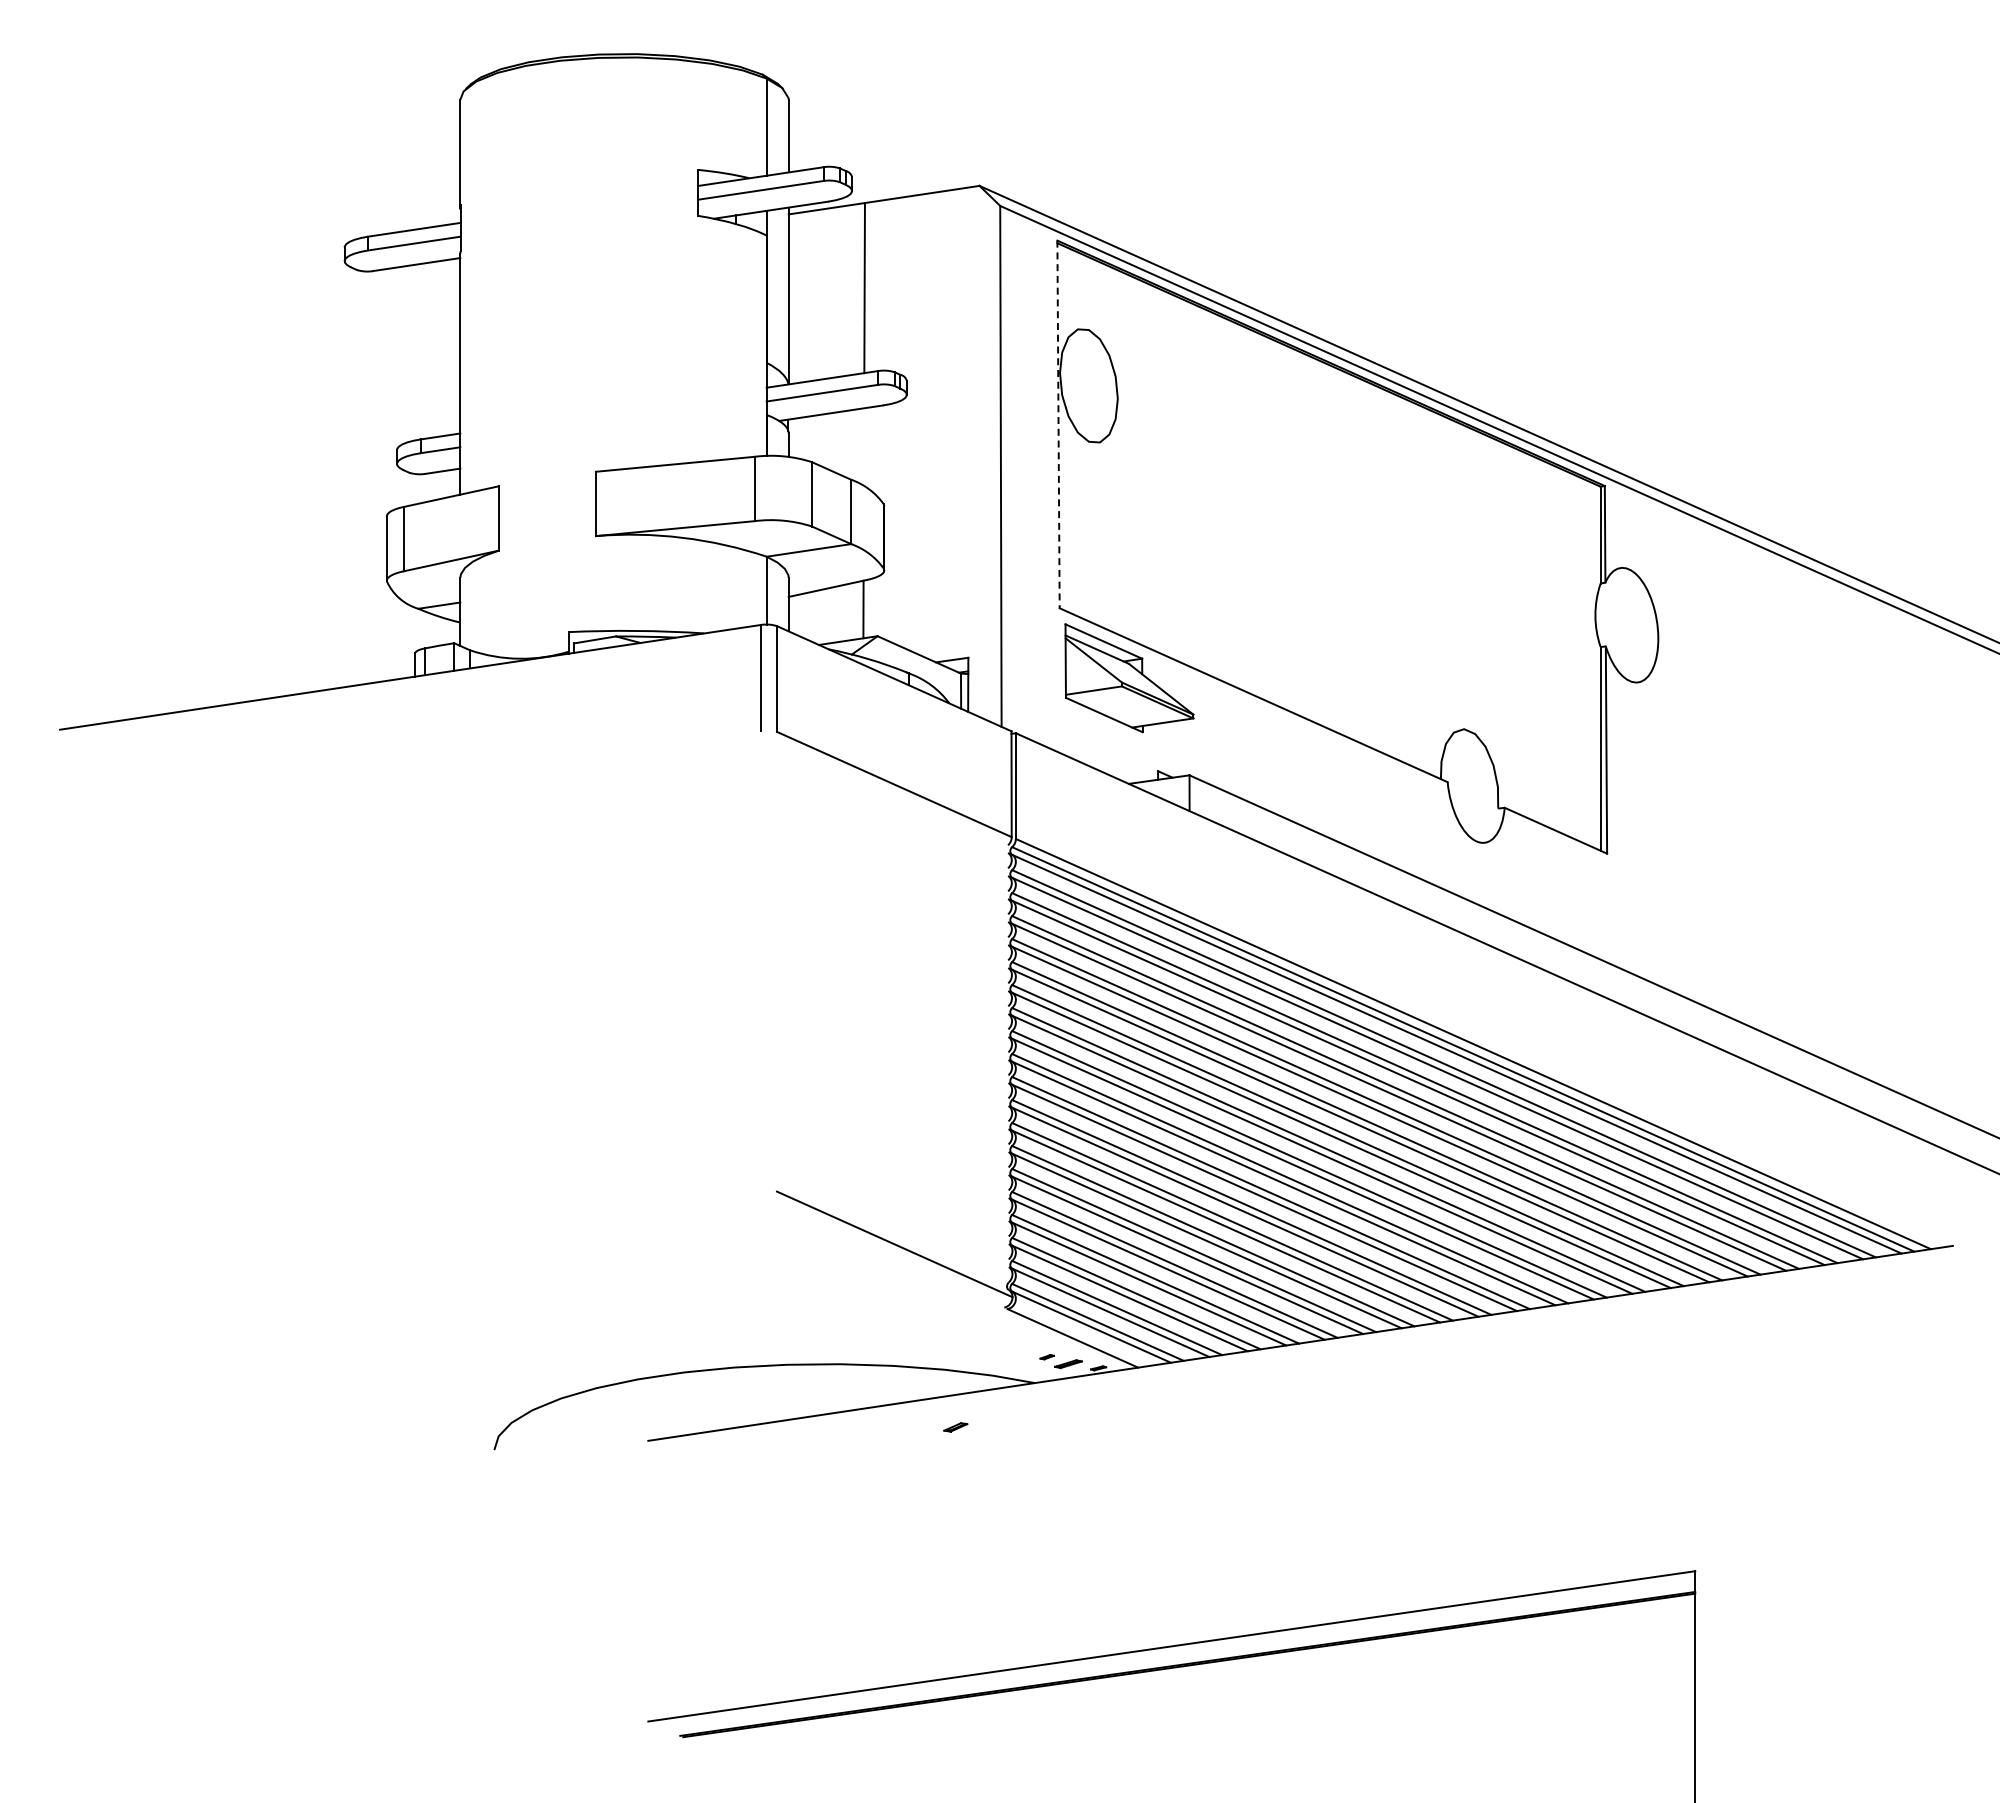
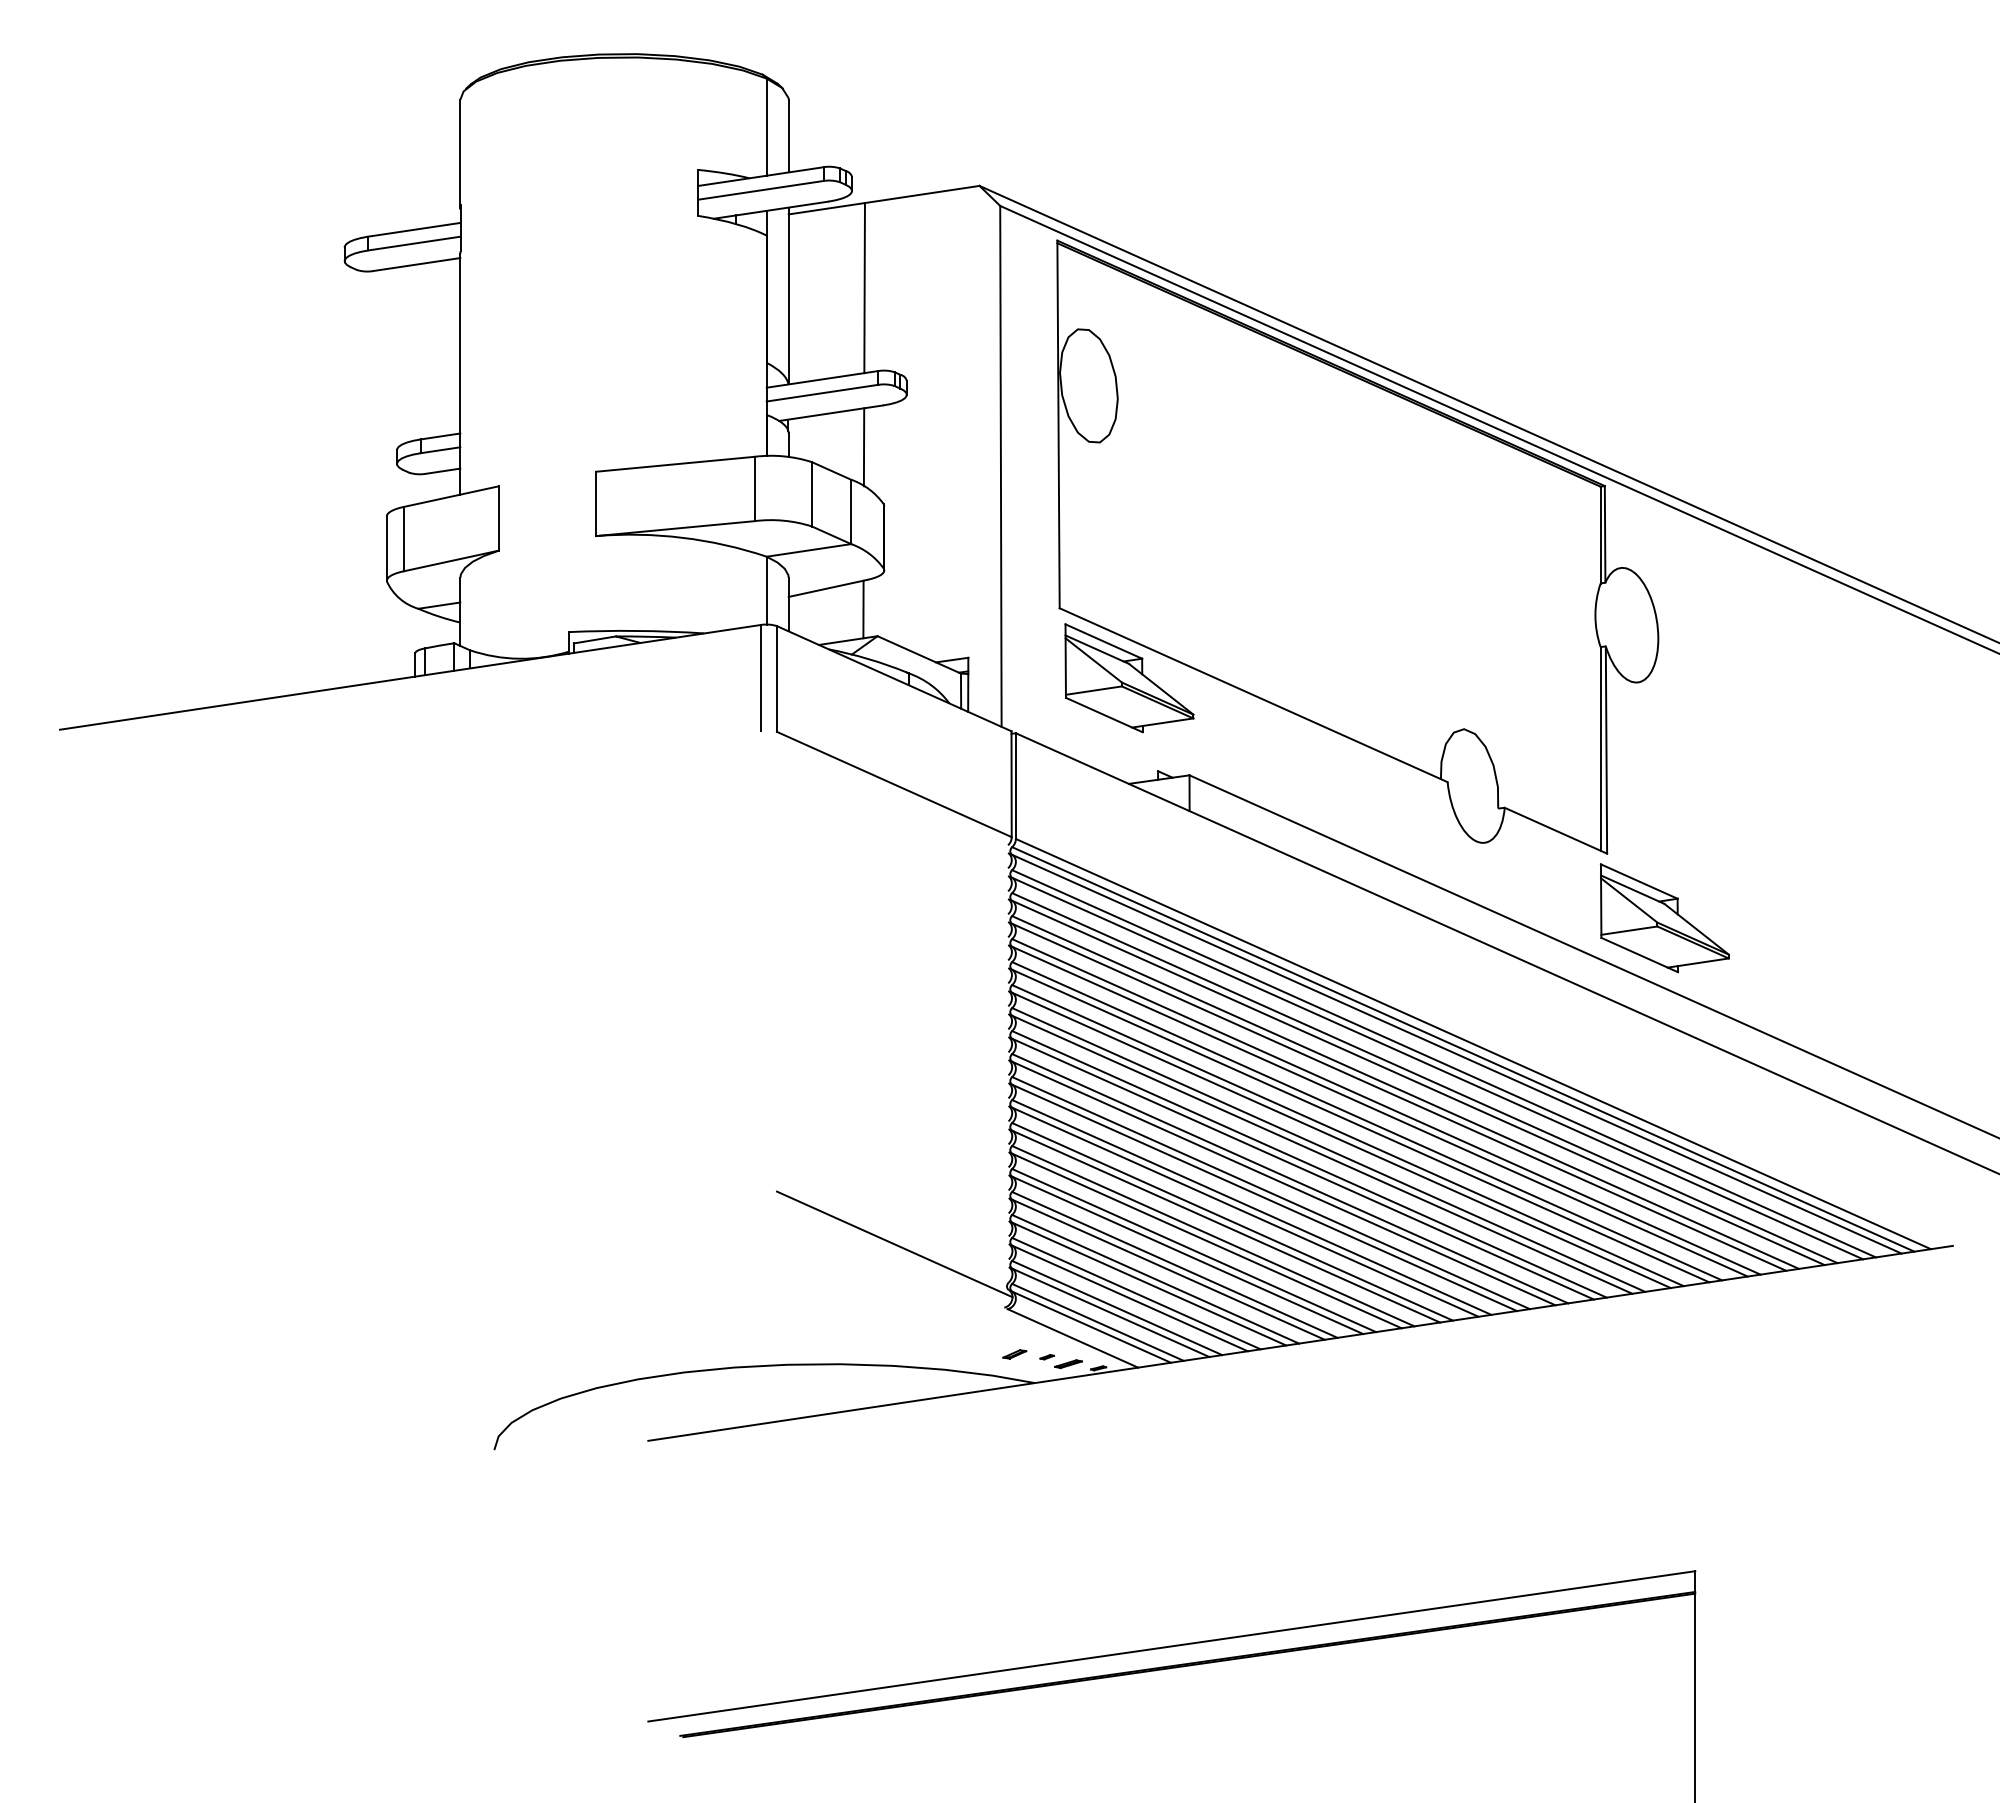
line at (1058, 424): dashed -> solid
line at (863, 447): none -> present
part at (1664, 918): none -> present
part at (955, 1427) position: (955, 1427) -> (1014, 1354)
